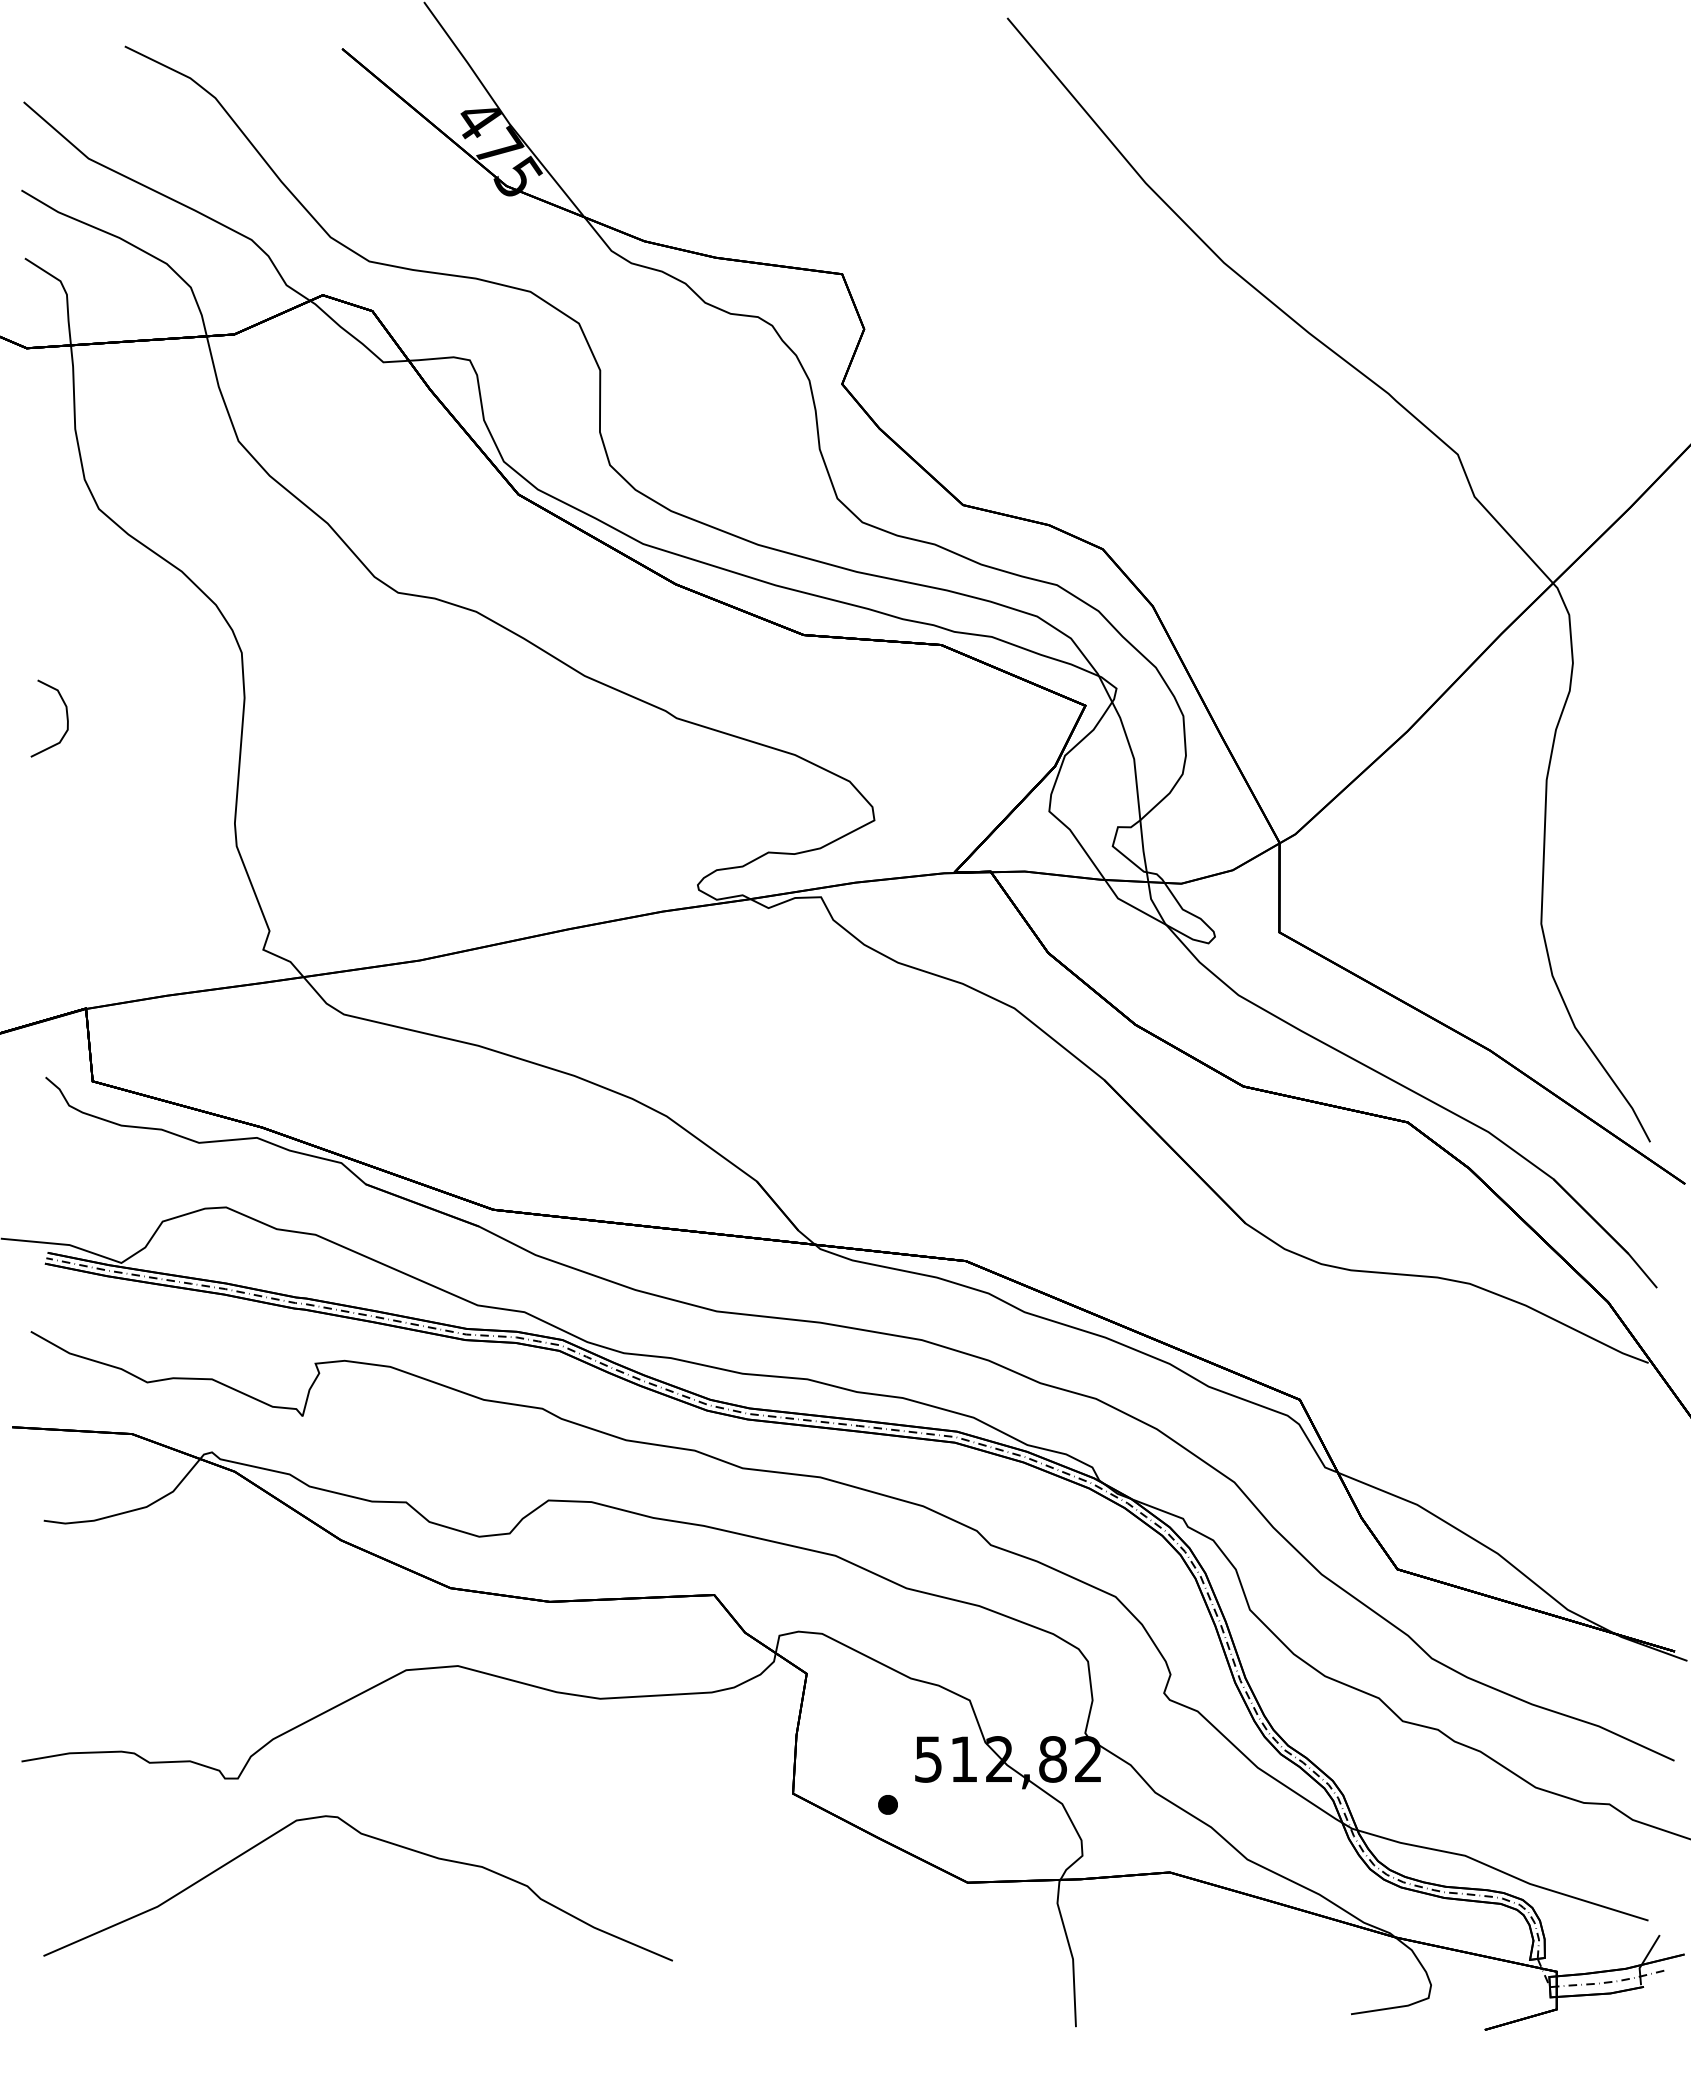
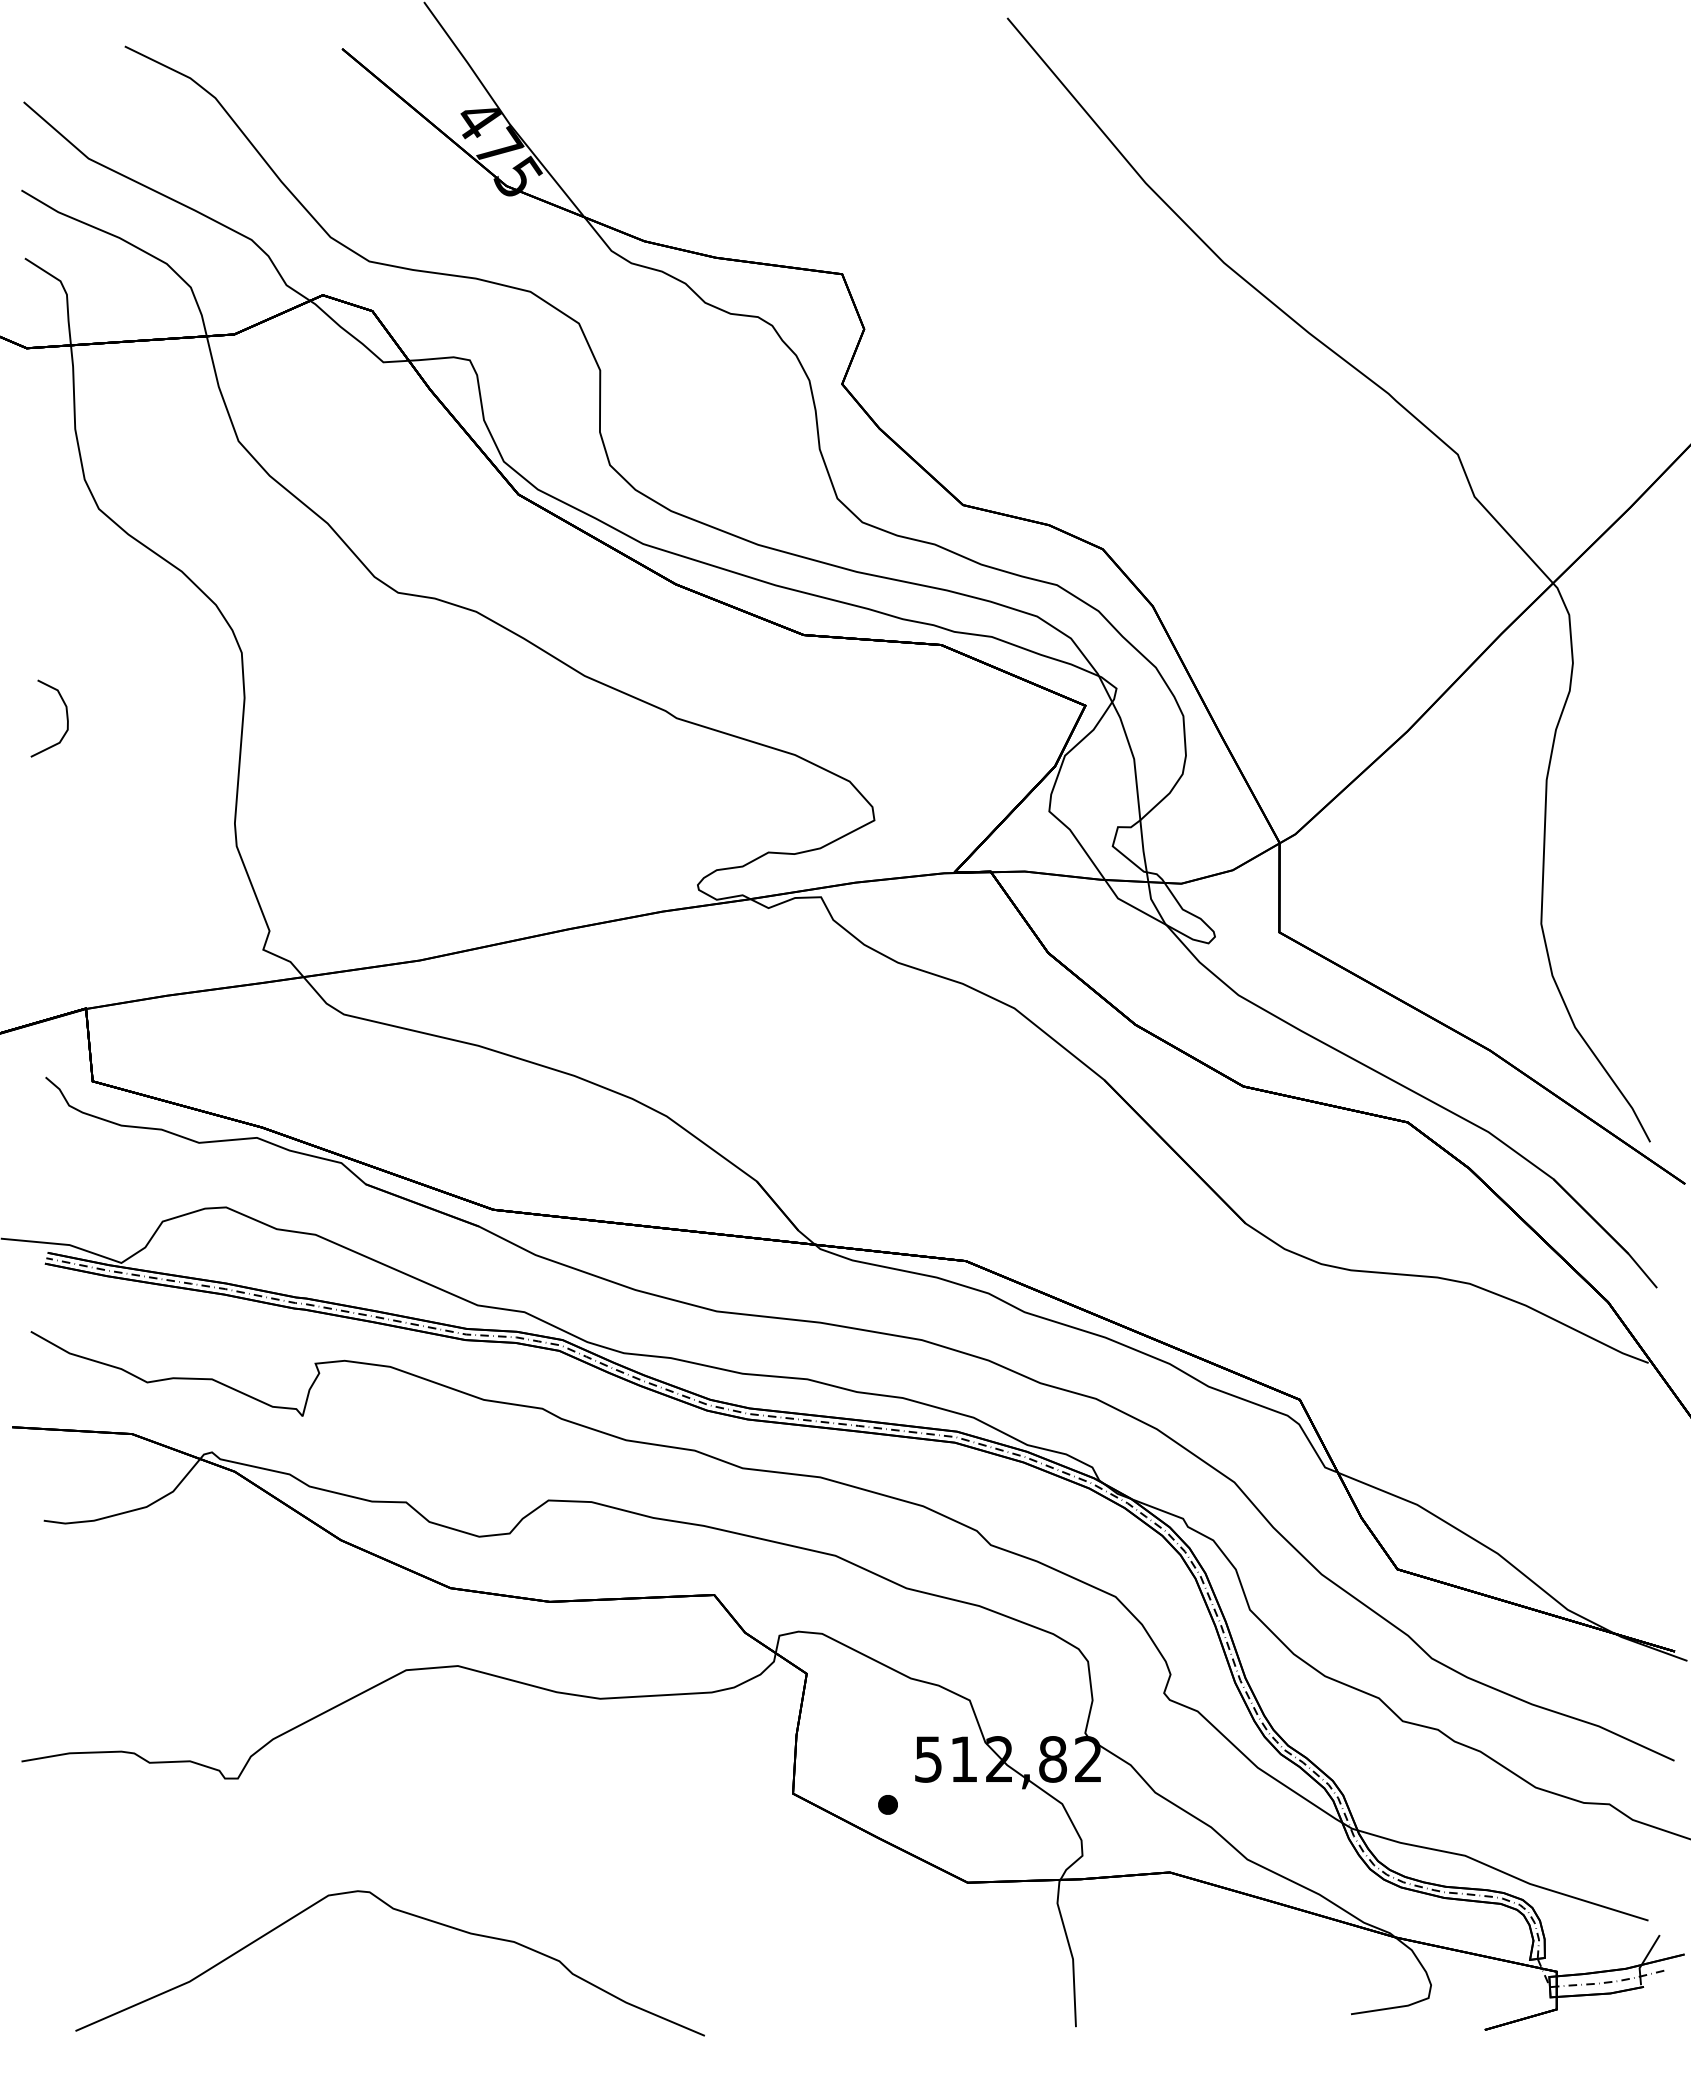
curve at (372, 1838) position: (372, 1838) -> (404, 1913)
